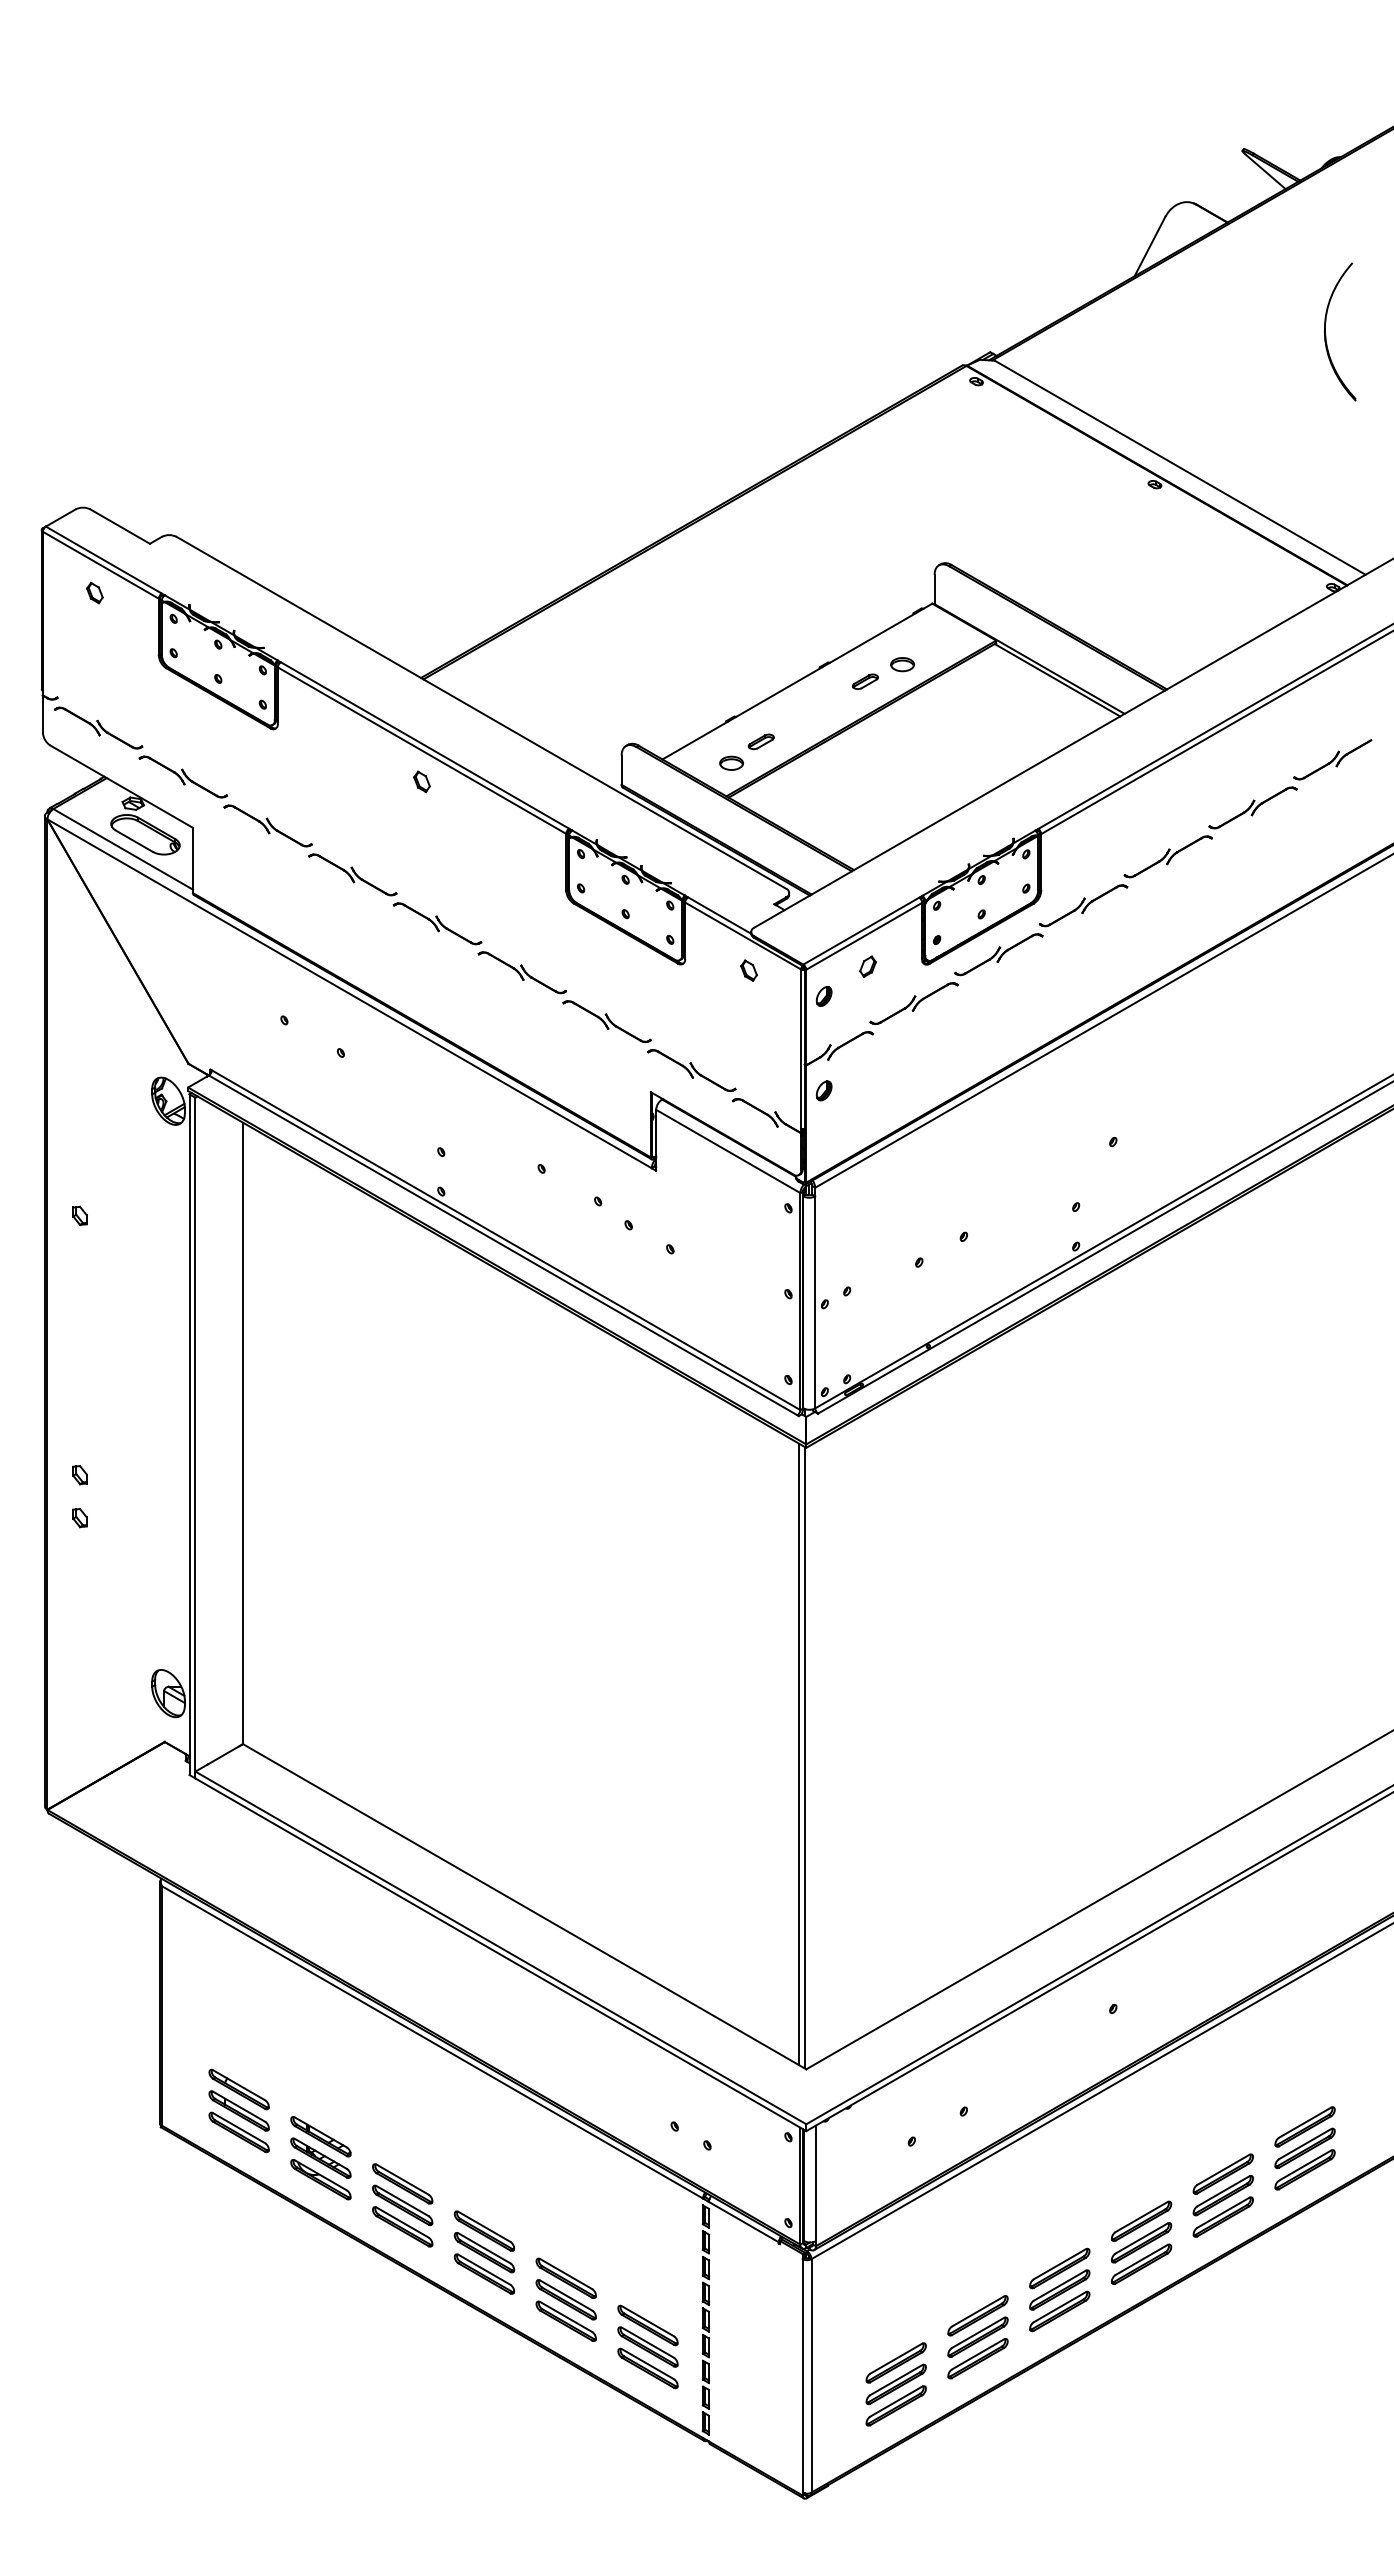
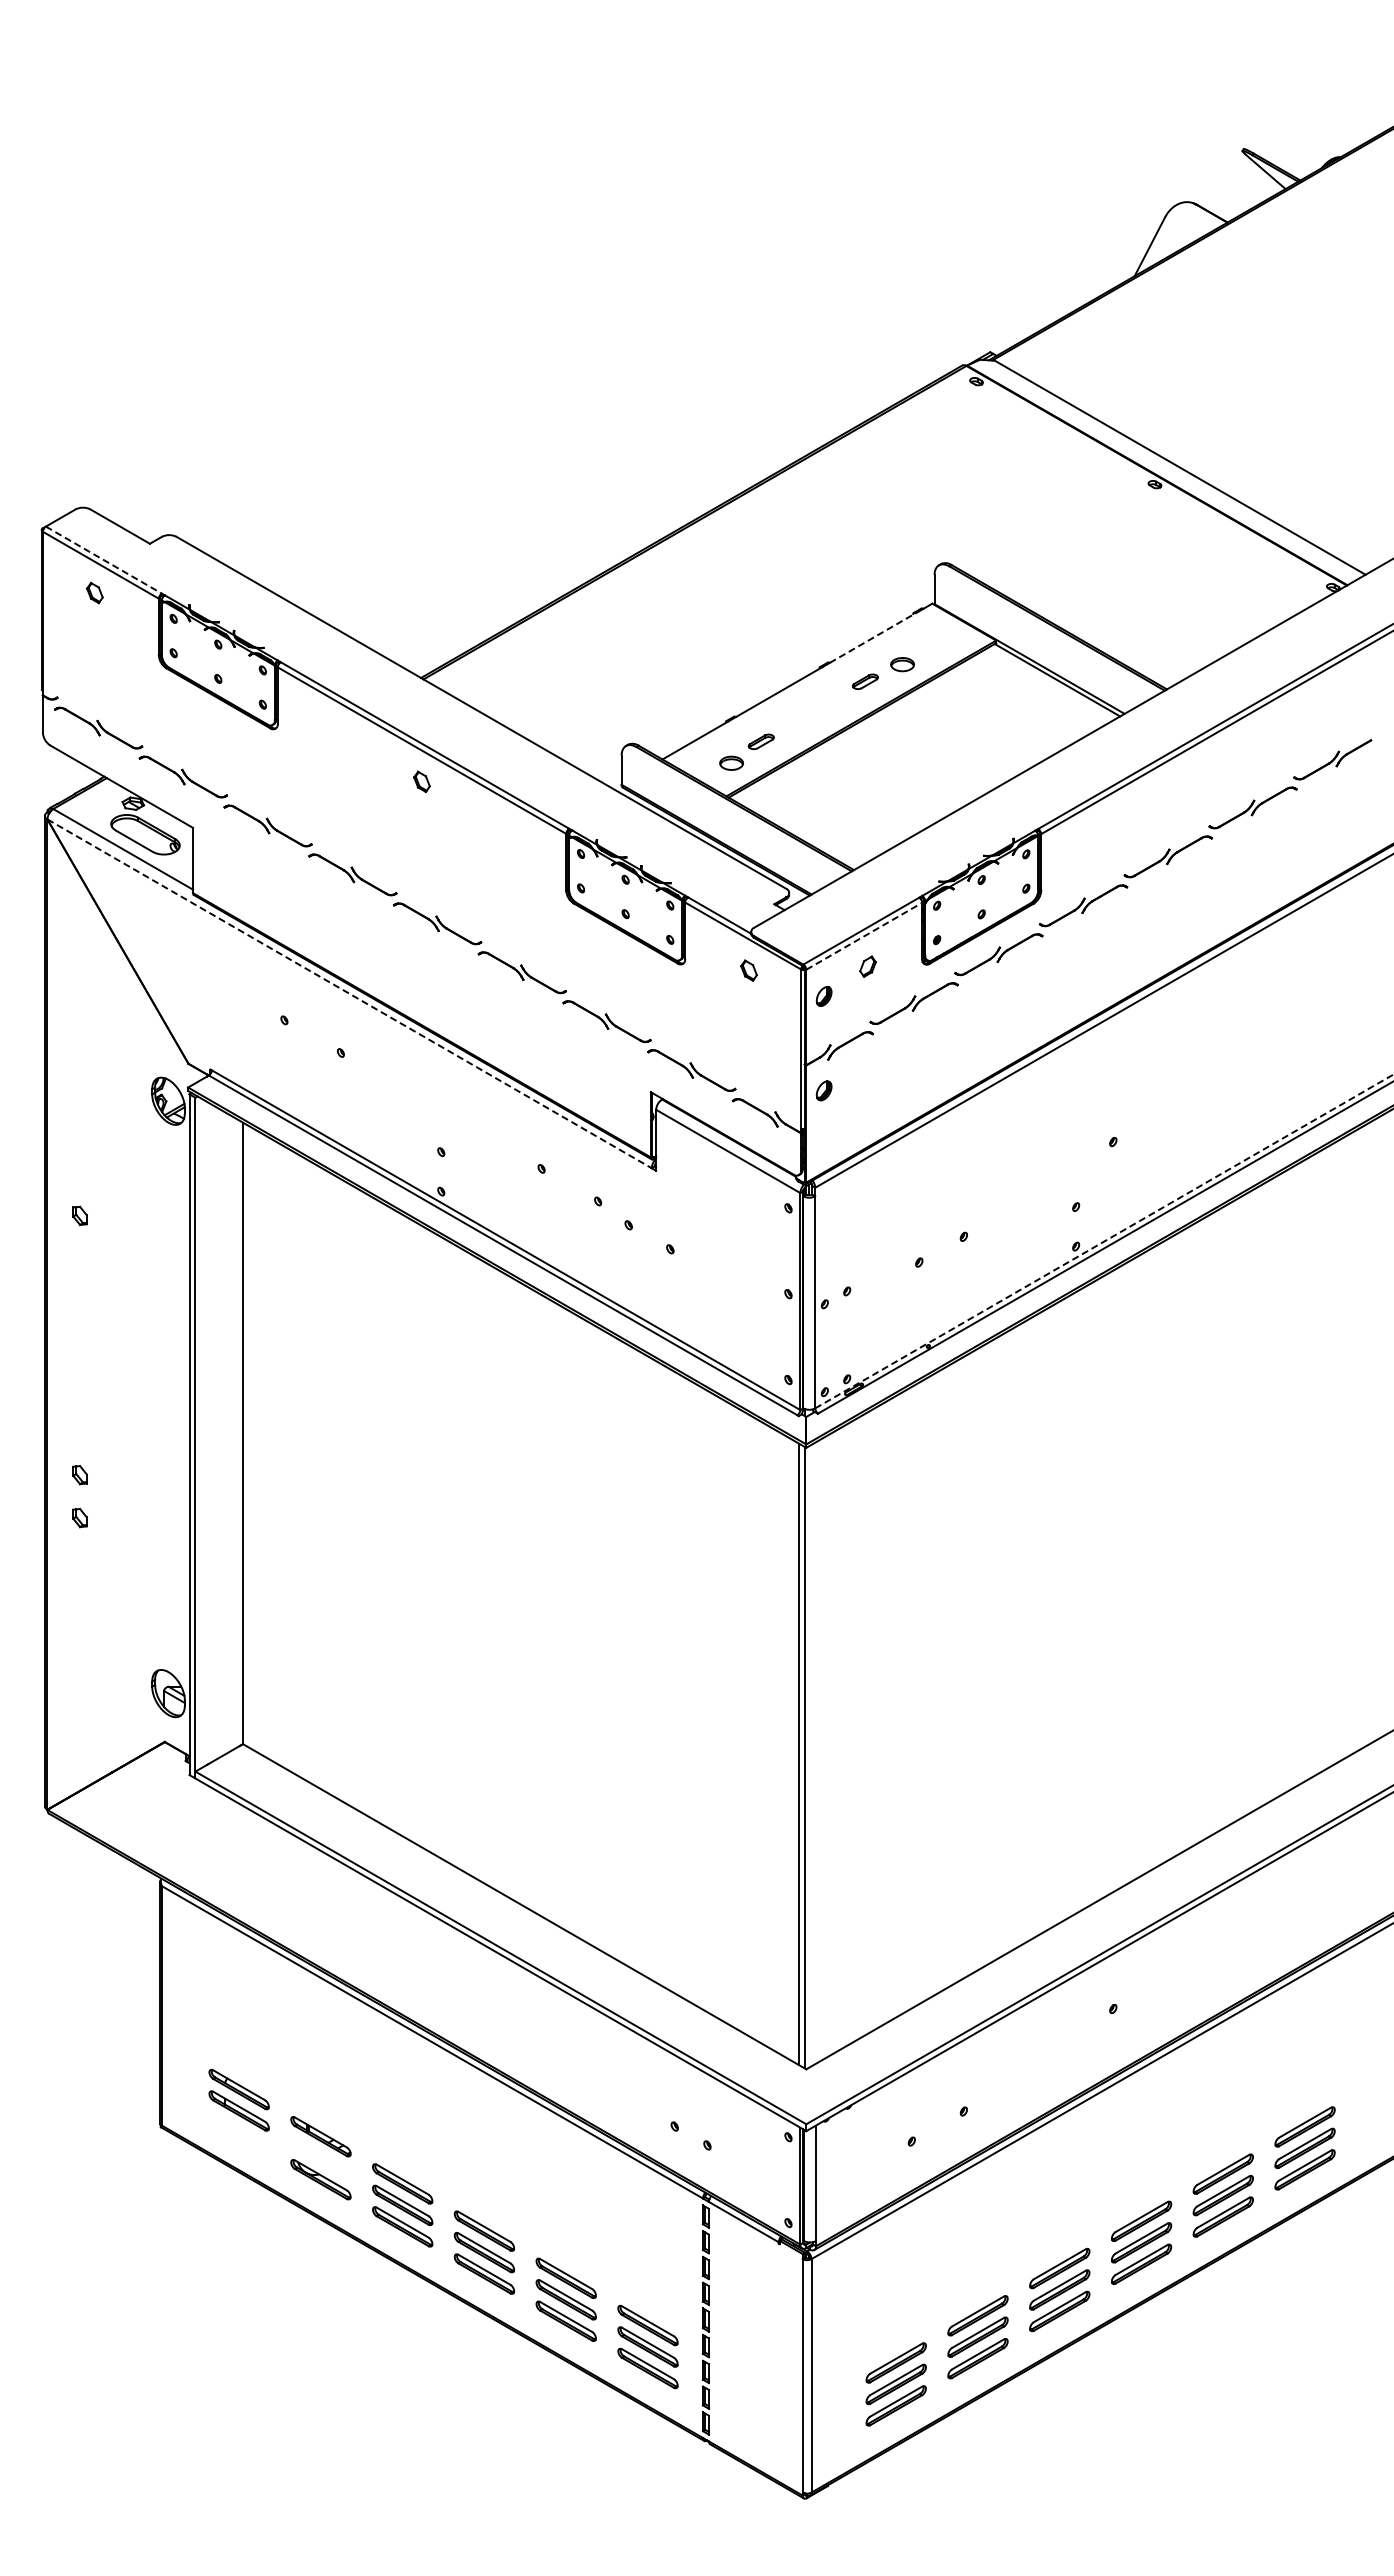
part at (1326, 335): present -> none
line at (103, 560): solid -> dashed
line at (872, 638): solid -> dashed
line at (864, 936): solid -> dashed
line at (349, 993): solid -> dashed
line at (1104, 1241): solid -> dashed
part at (238, 2132): present -> none
part at (320, 2157): present -> none
